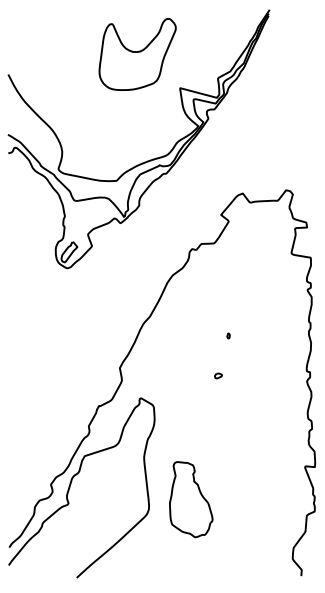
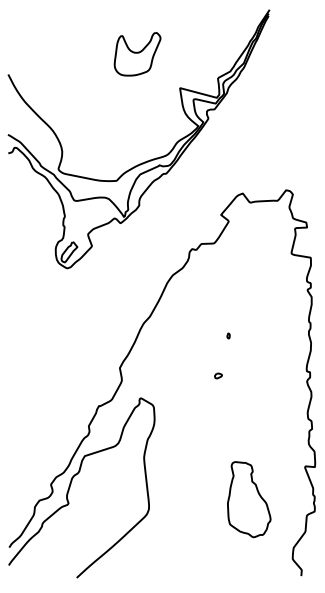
part at (137, 53) size: 79x74 px -> 49x45 px
part at (191, 499) position: (191, 499) -> (249, 499)
